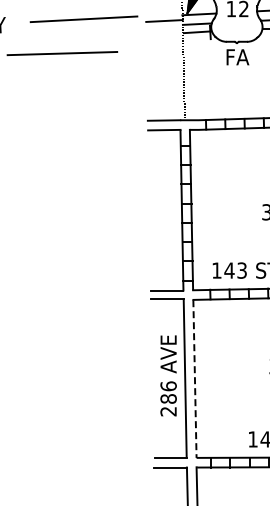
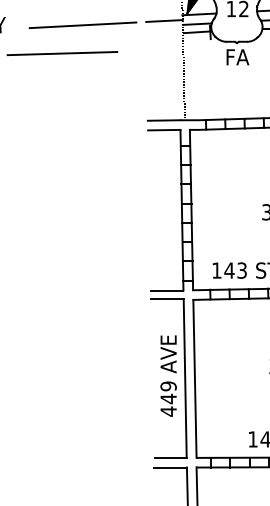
line at (83, 18) position: (83, 18) -> (82, 24)
line at (194, 379): dashed -> solid
text at (168, 398): 286 -> 449
